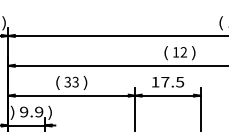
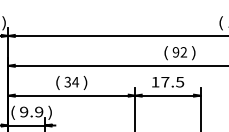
text at (175, 52): 12 -> 92
text at (75, 81): 33 -> 34
text at (12, 112): ) -> (
